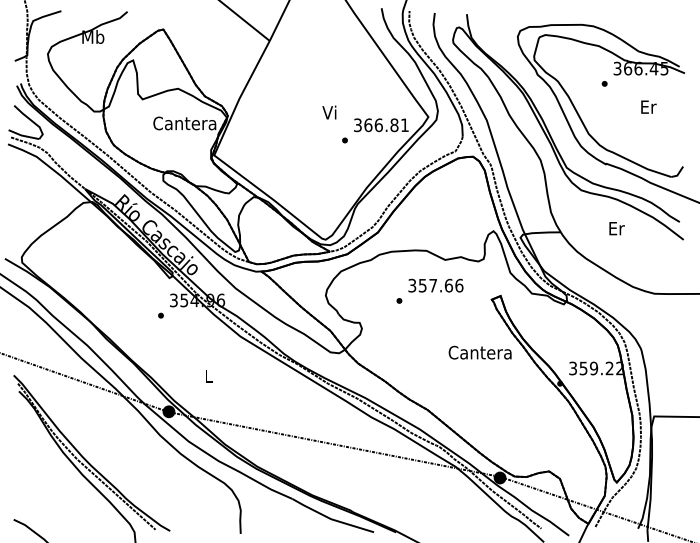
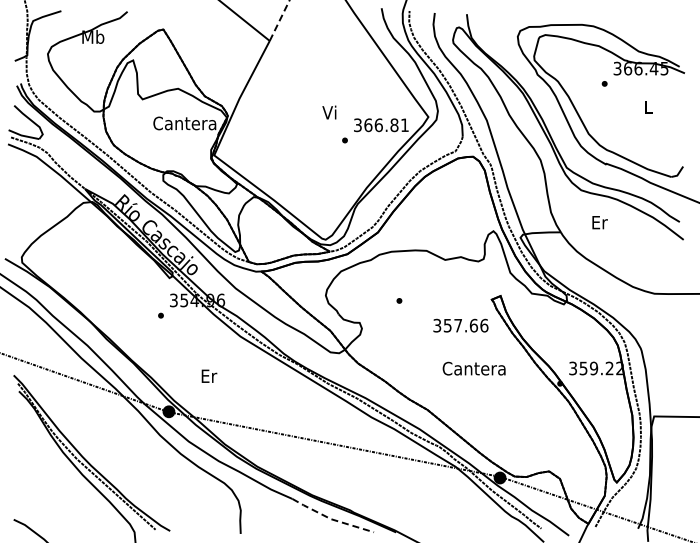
line at (279, 20): solid -> dashed
text at (648, 106): Er -> L
text at (616, 228) position: (616, 228) -> (599, 222)
text at (435, 285) position: (435, 285) -> (460, 325)
text at (479, 352) position: (479, 352) -> (473, 368)
text at (209, 375): L -> Er
line at (331, 519): solid -> dashed
